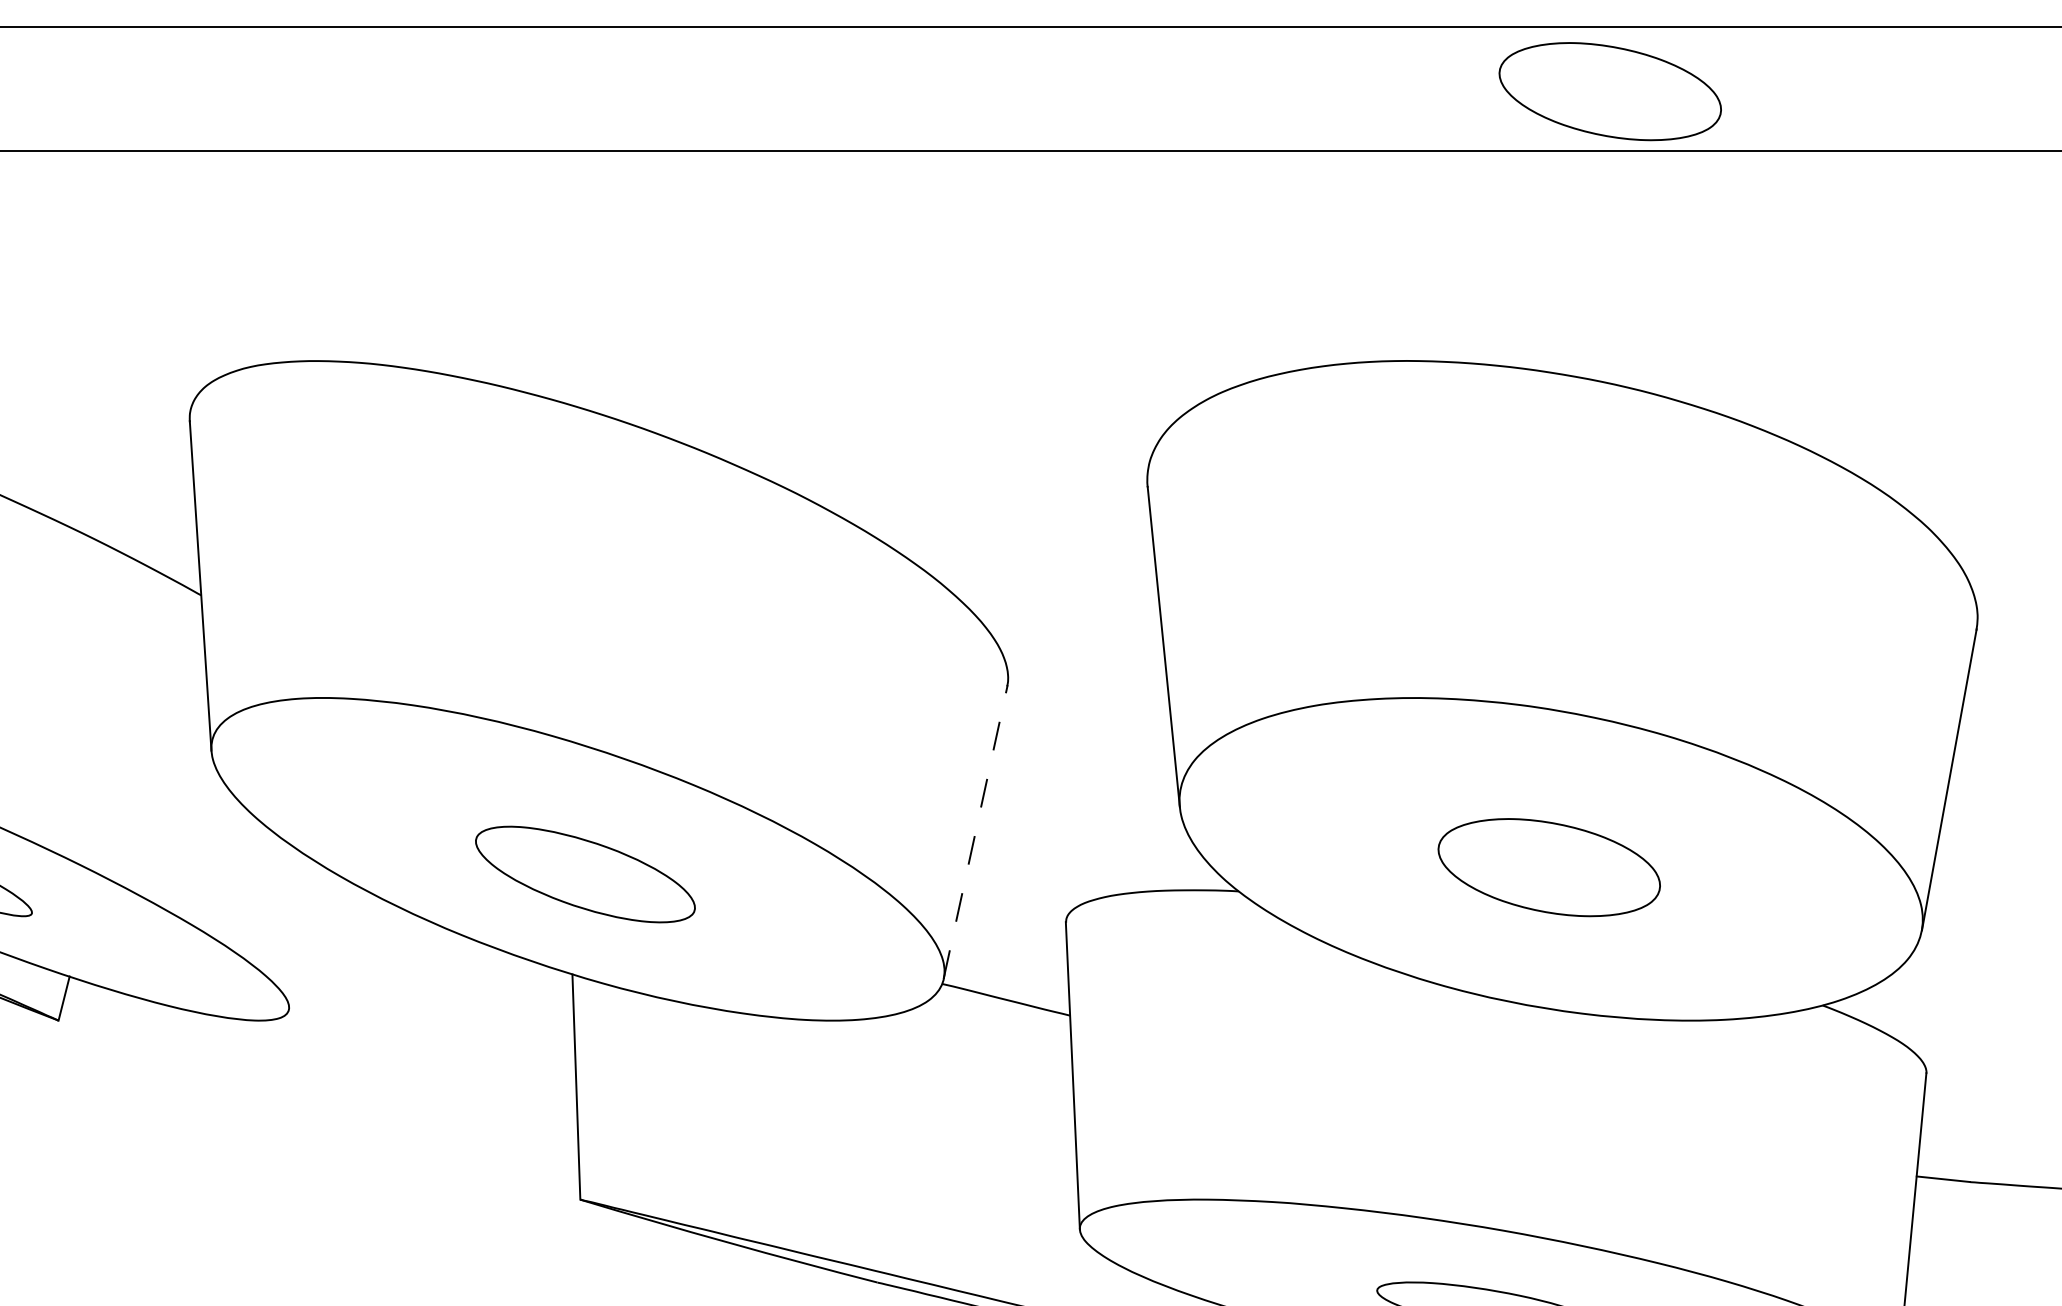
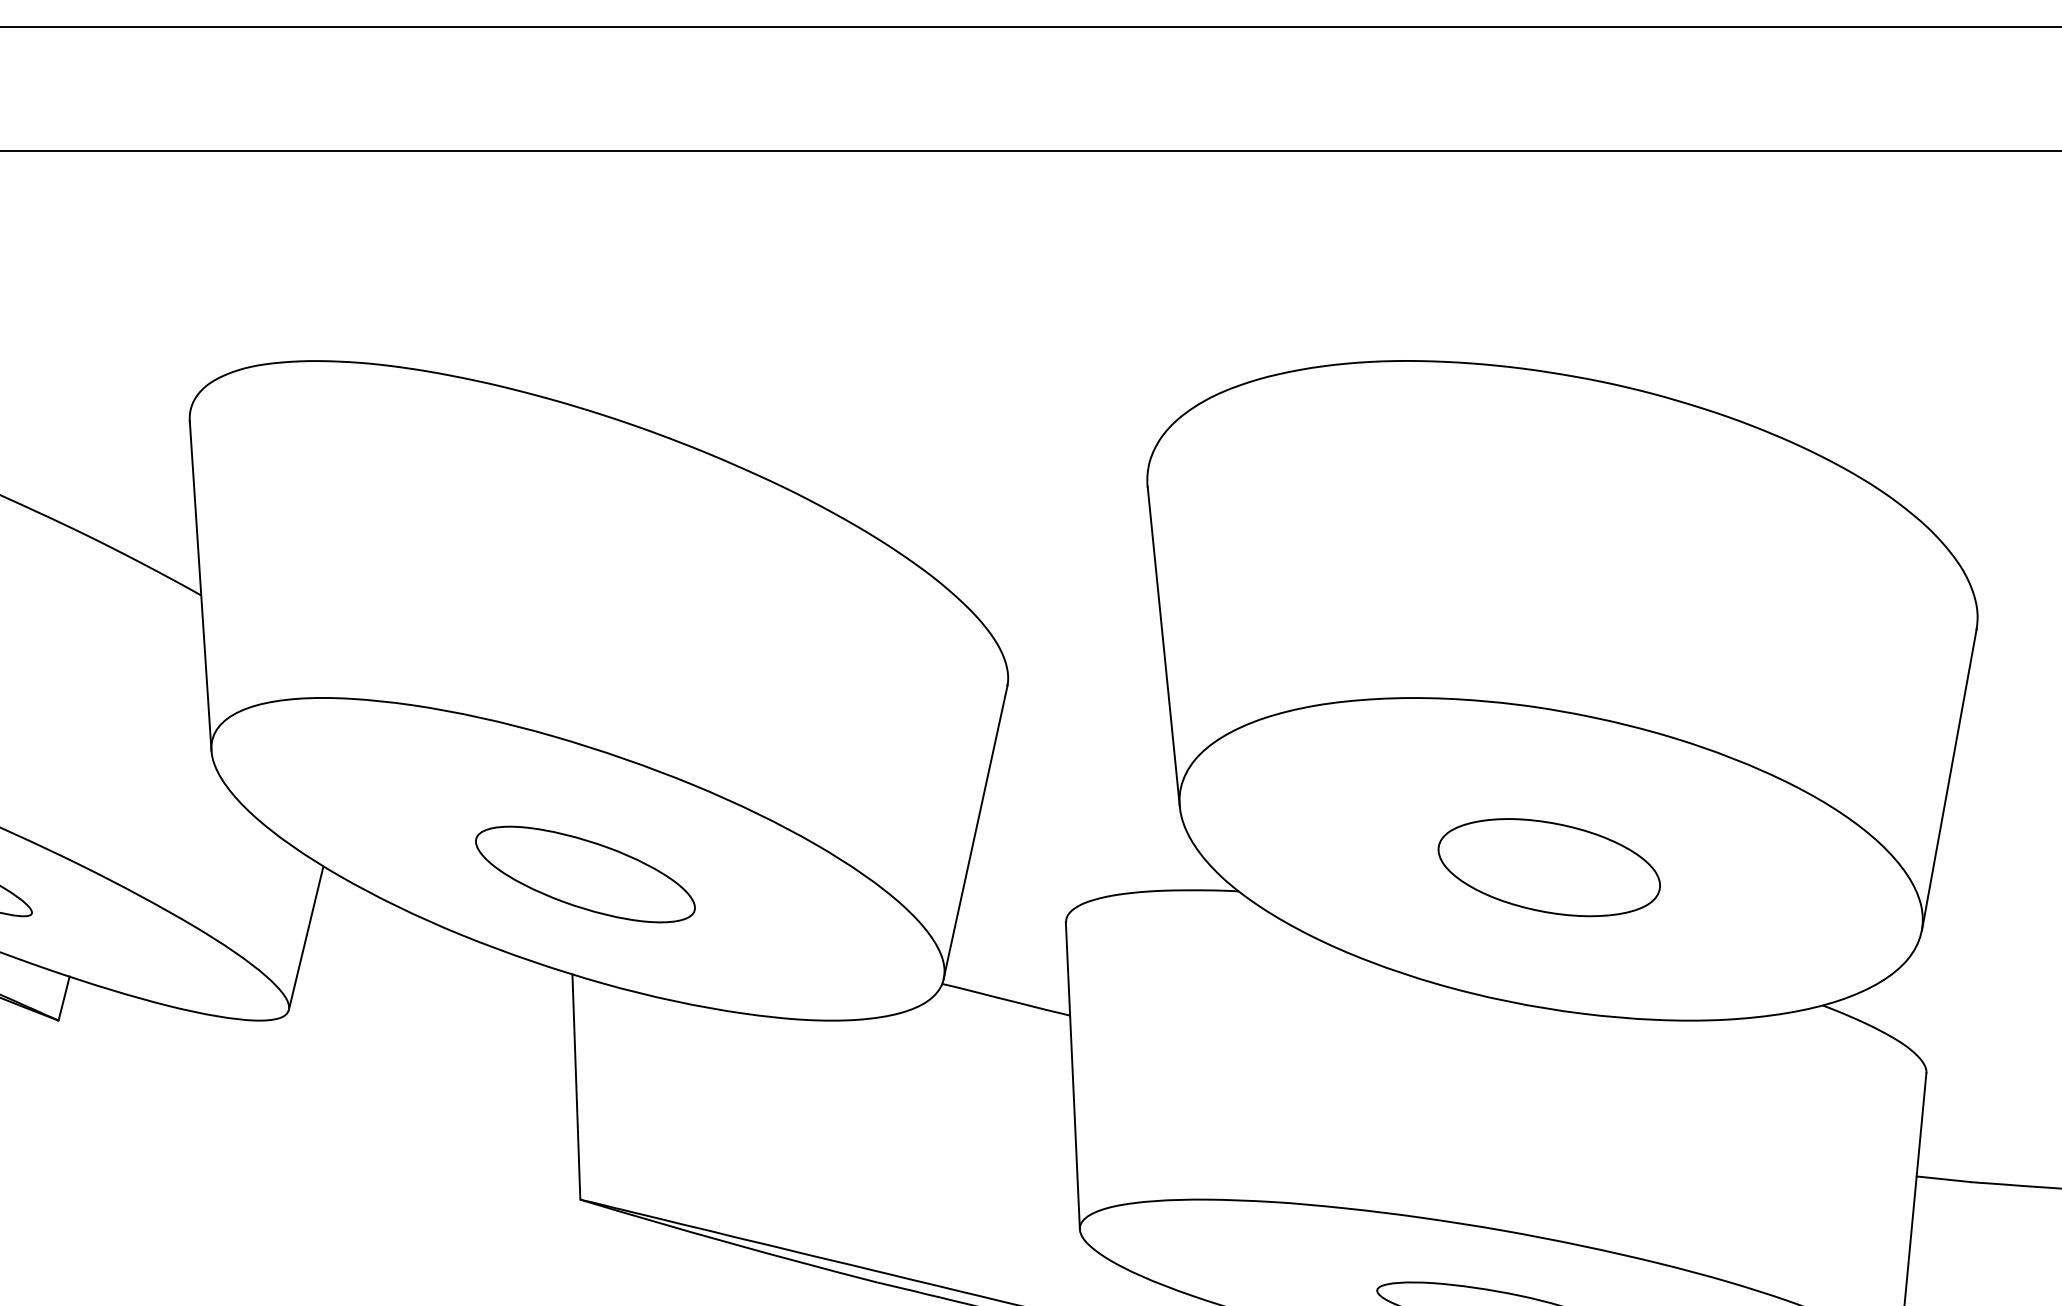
part at (1609, 91): present -> none
line at (975, 831): dashed -> solid
line at (305, 937): none -> present
